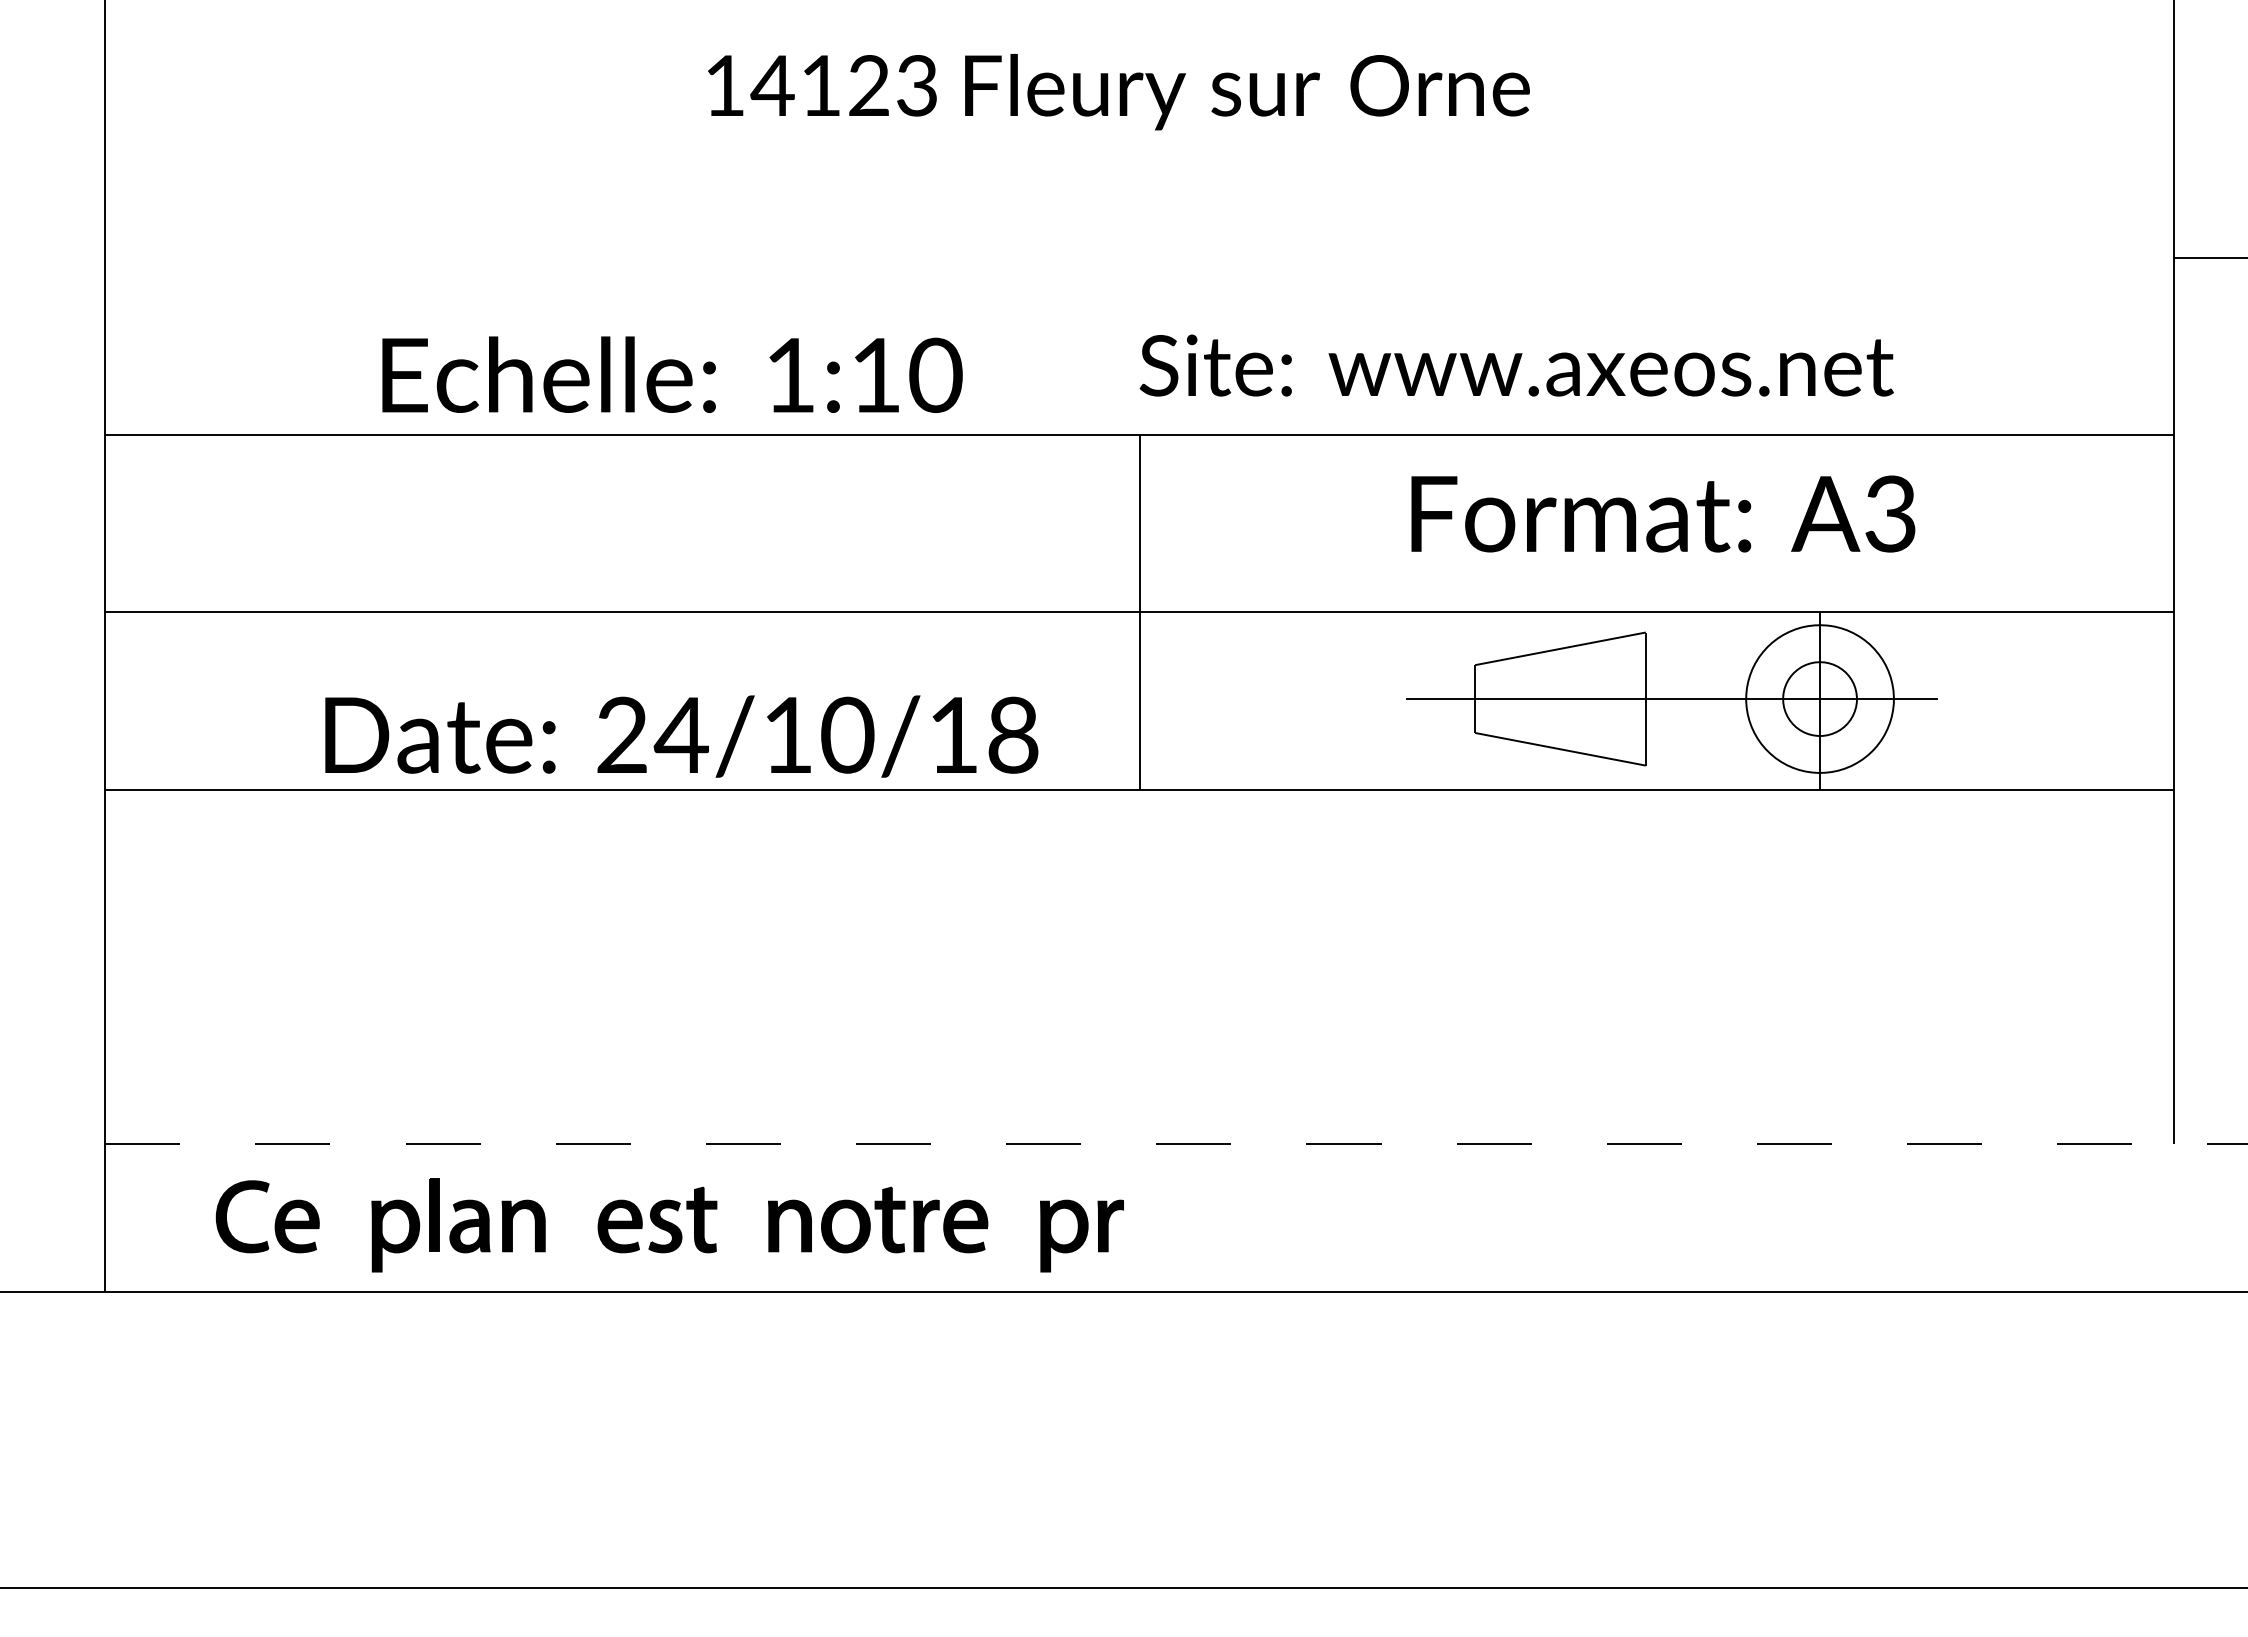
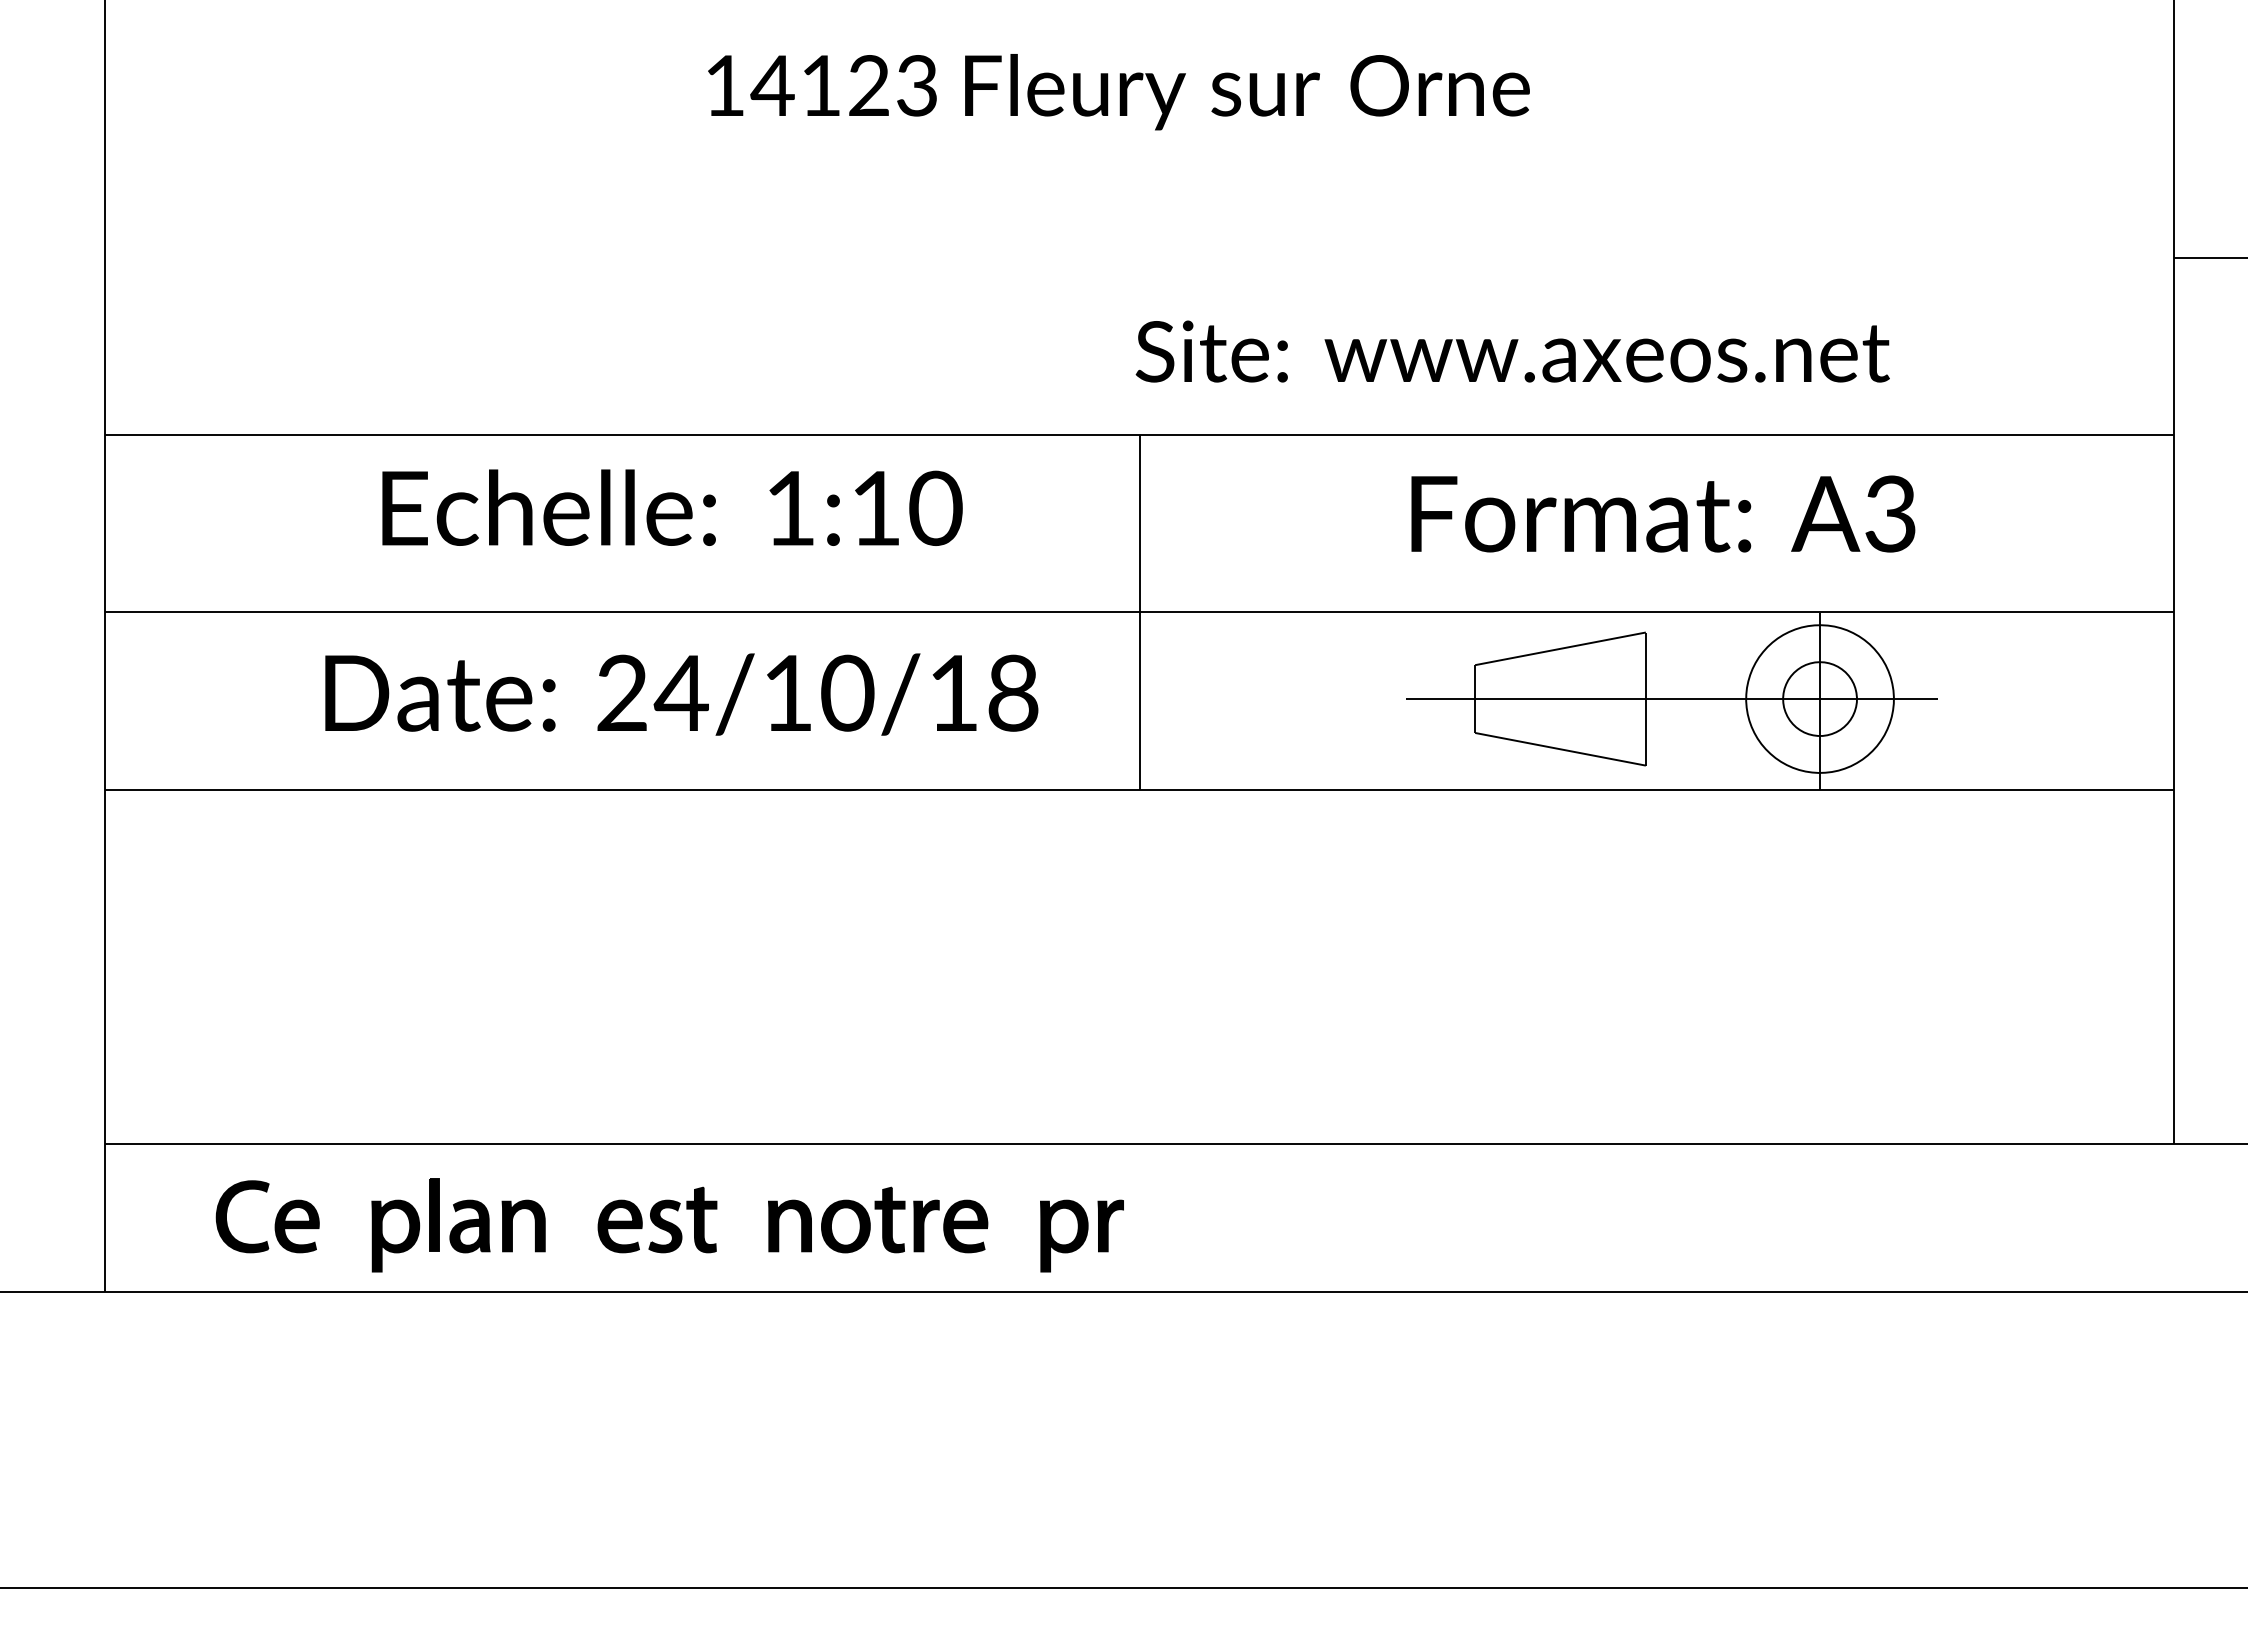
text at (1516, 365) position: (1516, 365) -> (1512, 351)
text at (672, 374) position: (672, 374) -> (672, 507)
text at (681, 736) position: (681, 736) -> (681, 694)
line at (1176, 1144): dashed -> solid
